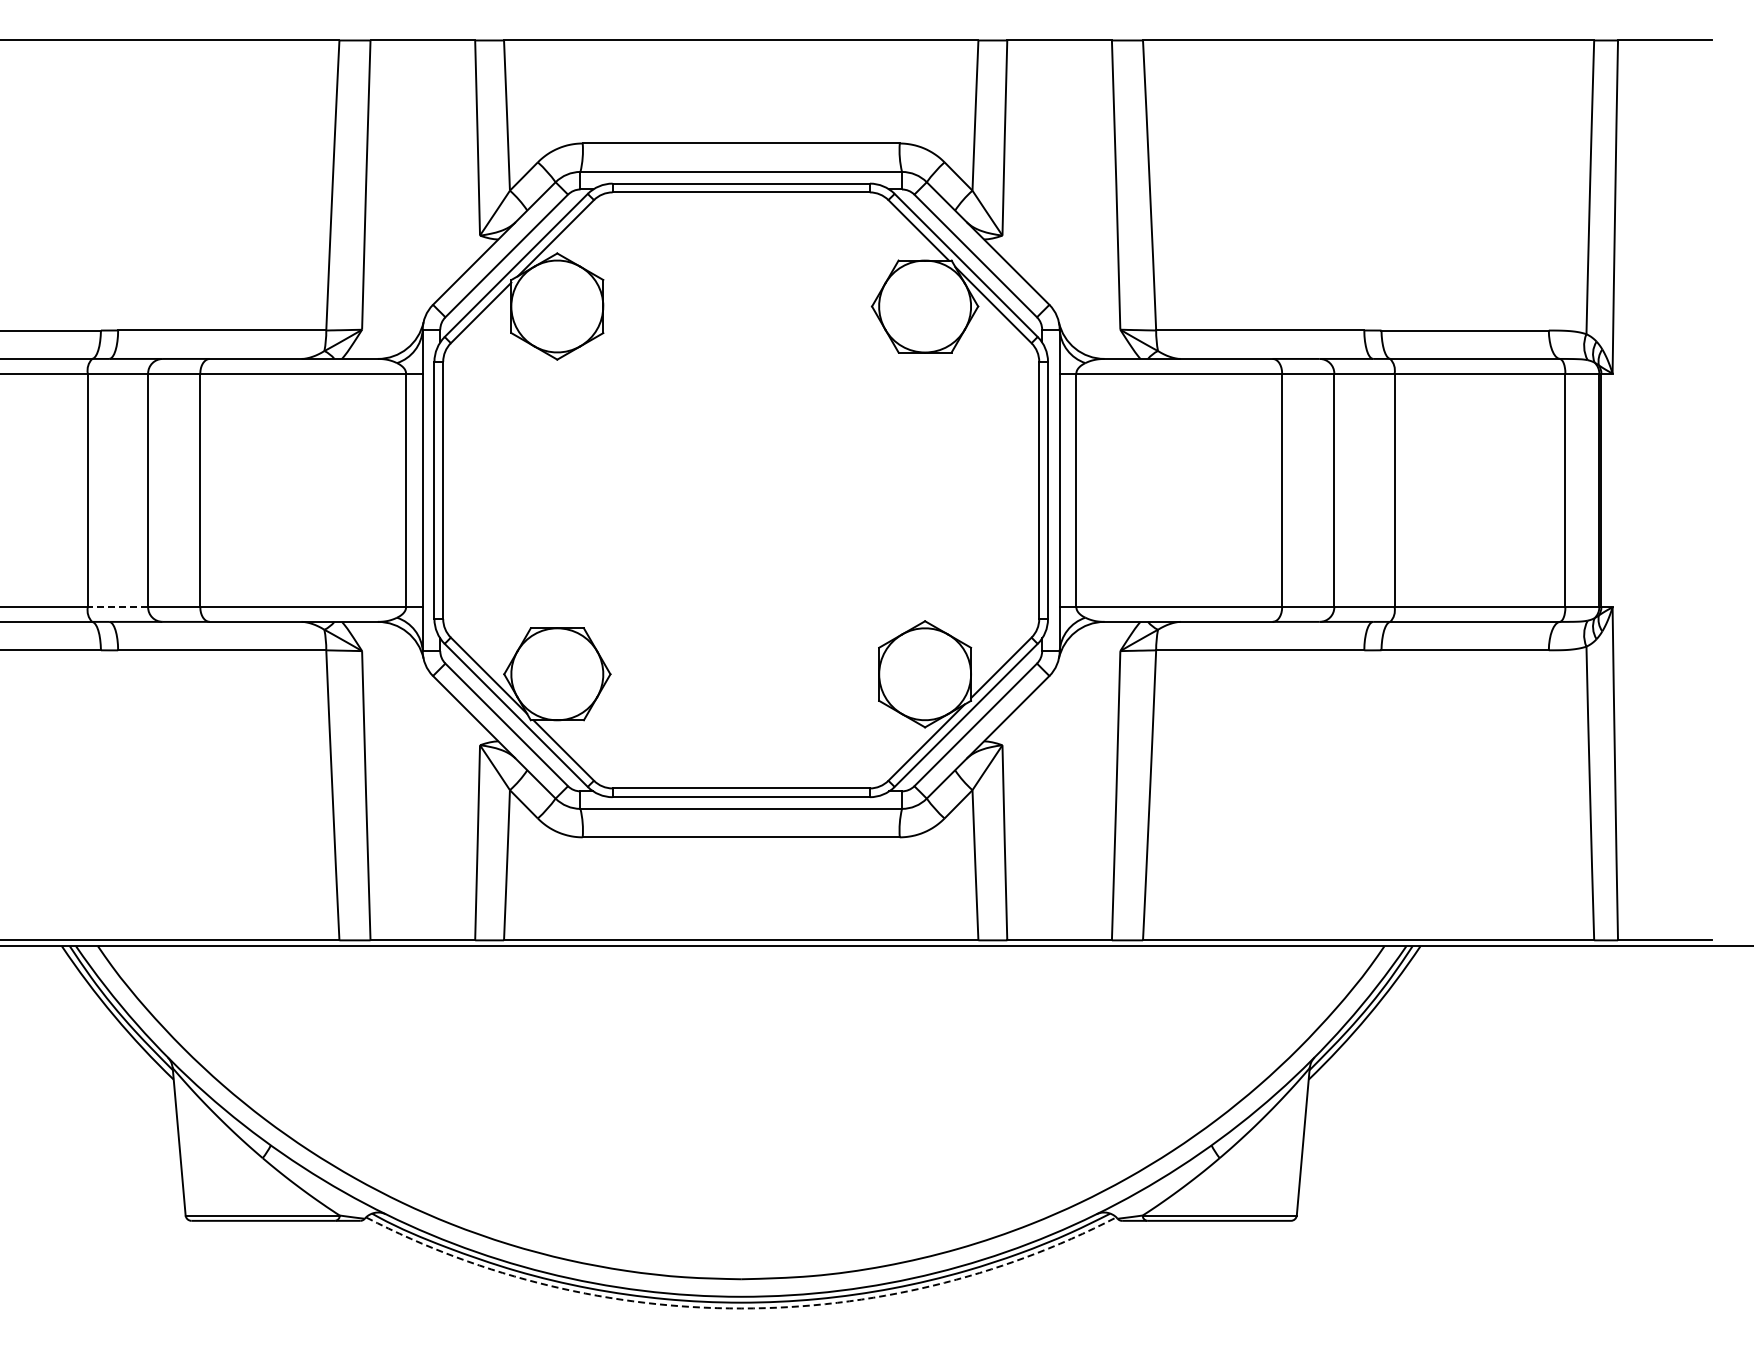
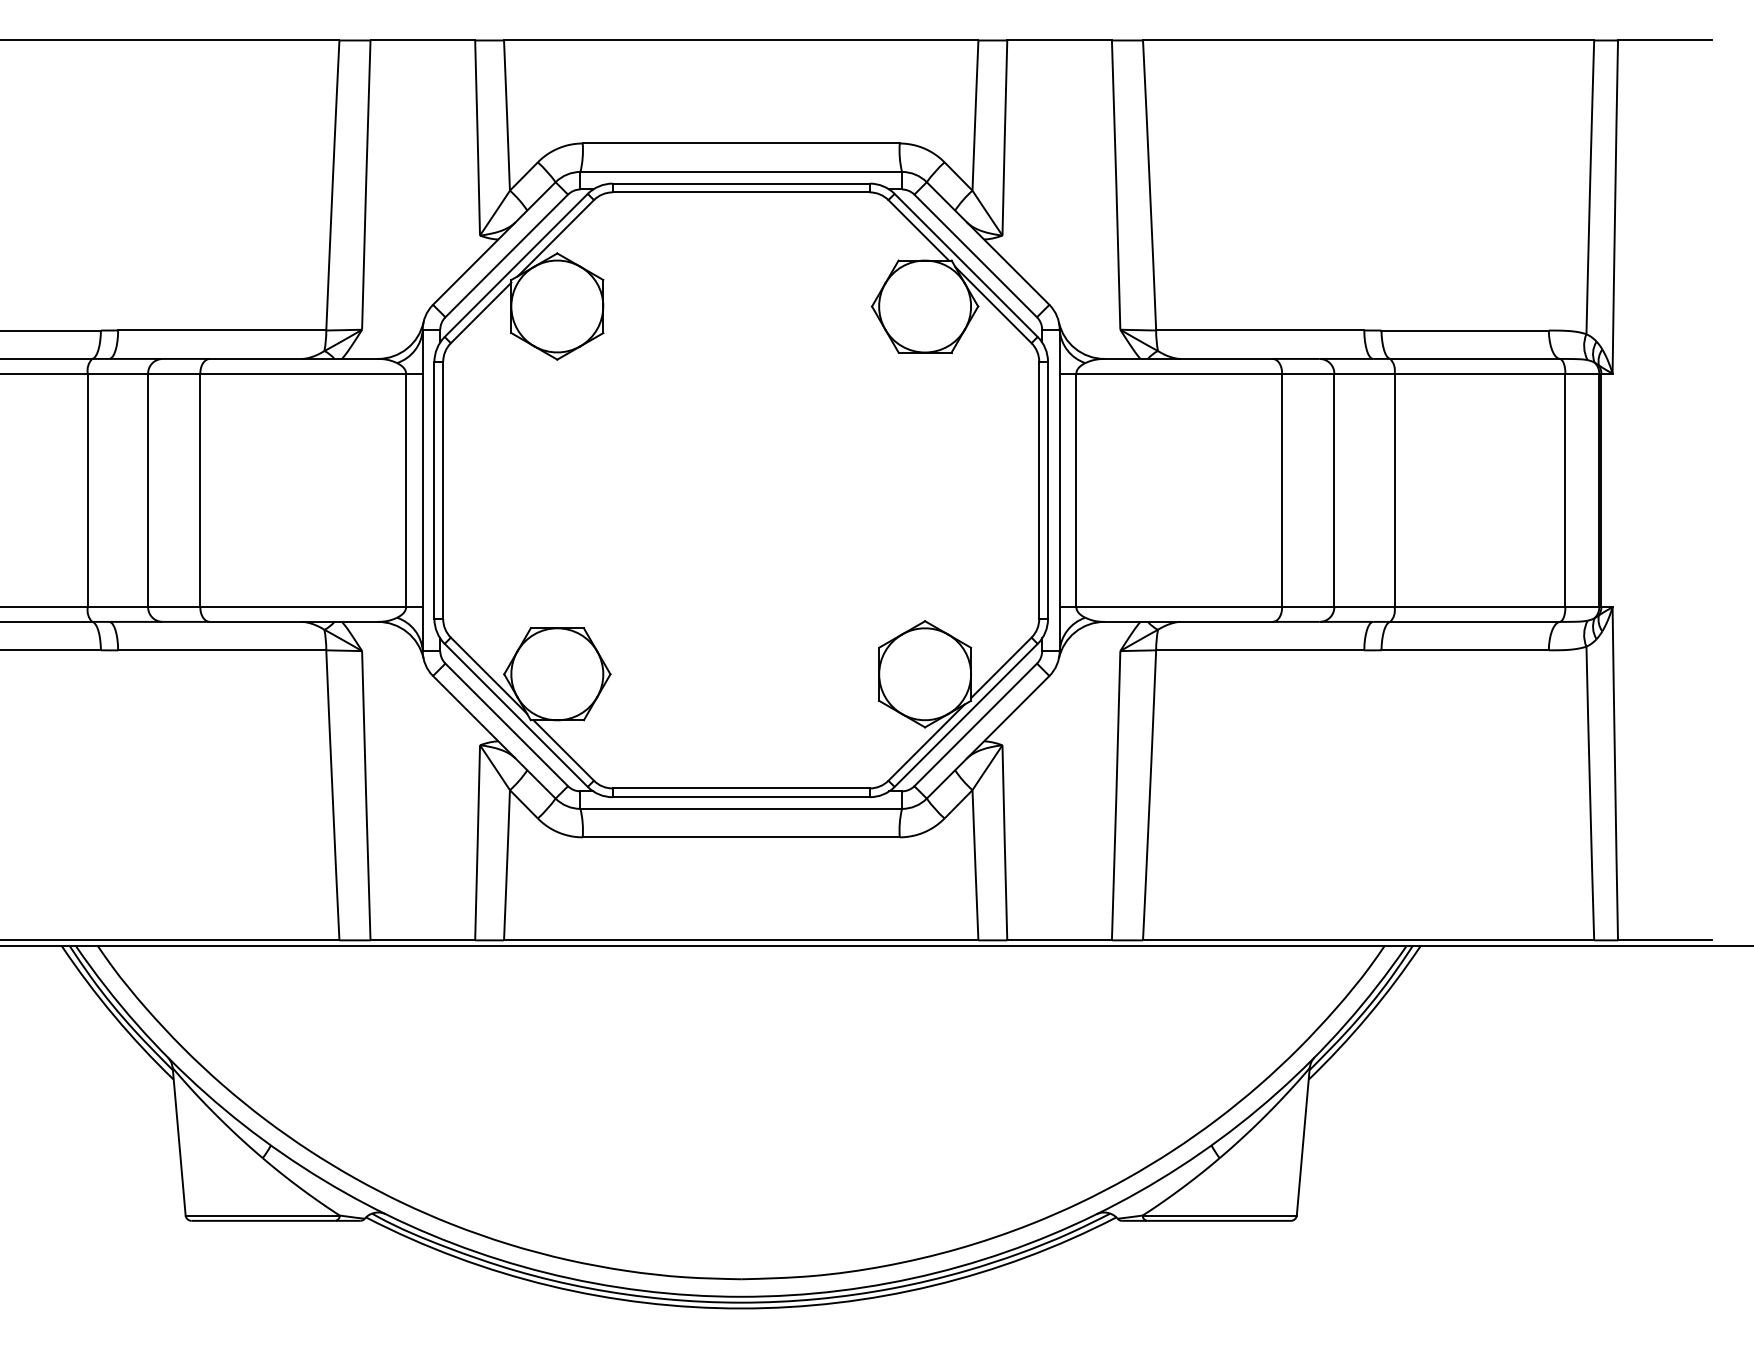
line at (117, 607): dashed -> solid
arc at (741, 1308): dashed -> solid
